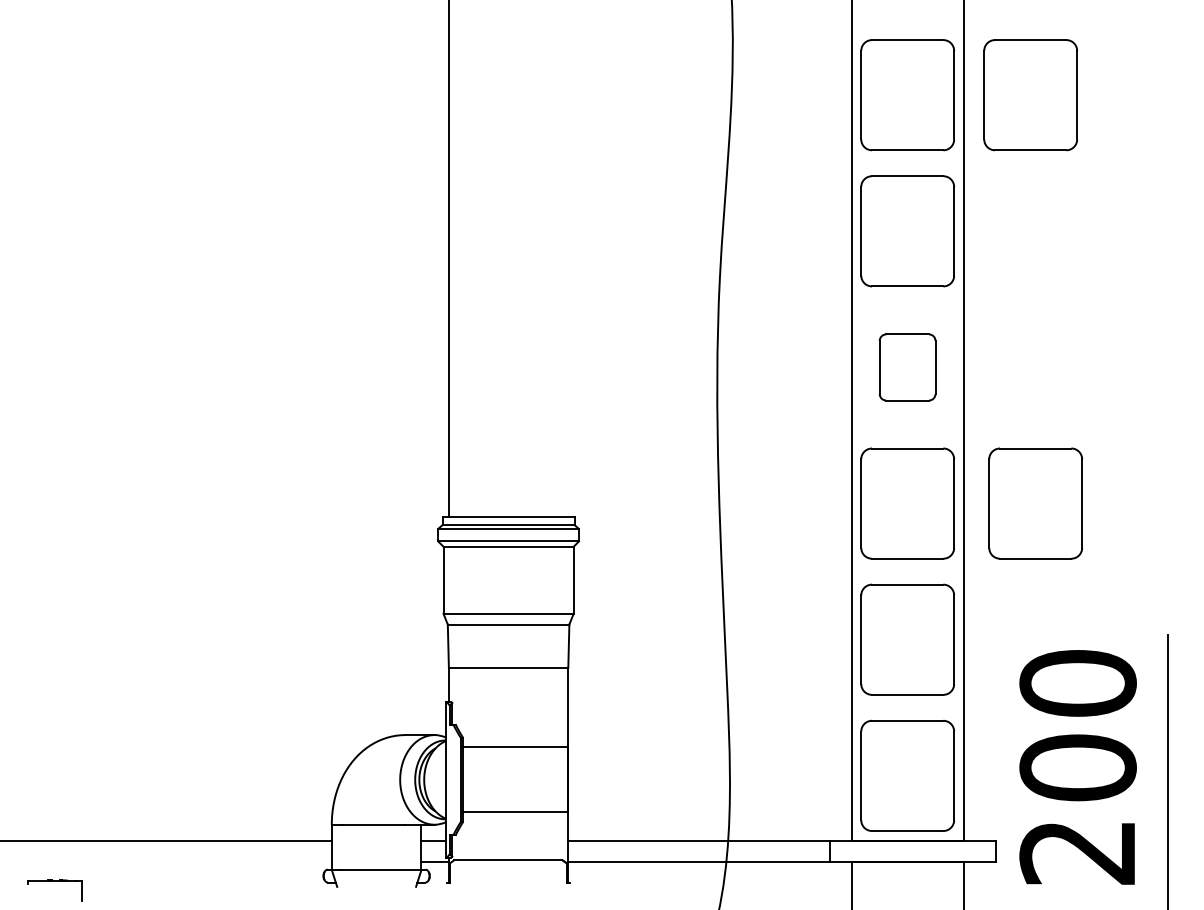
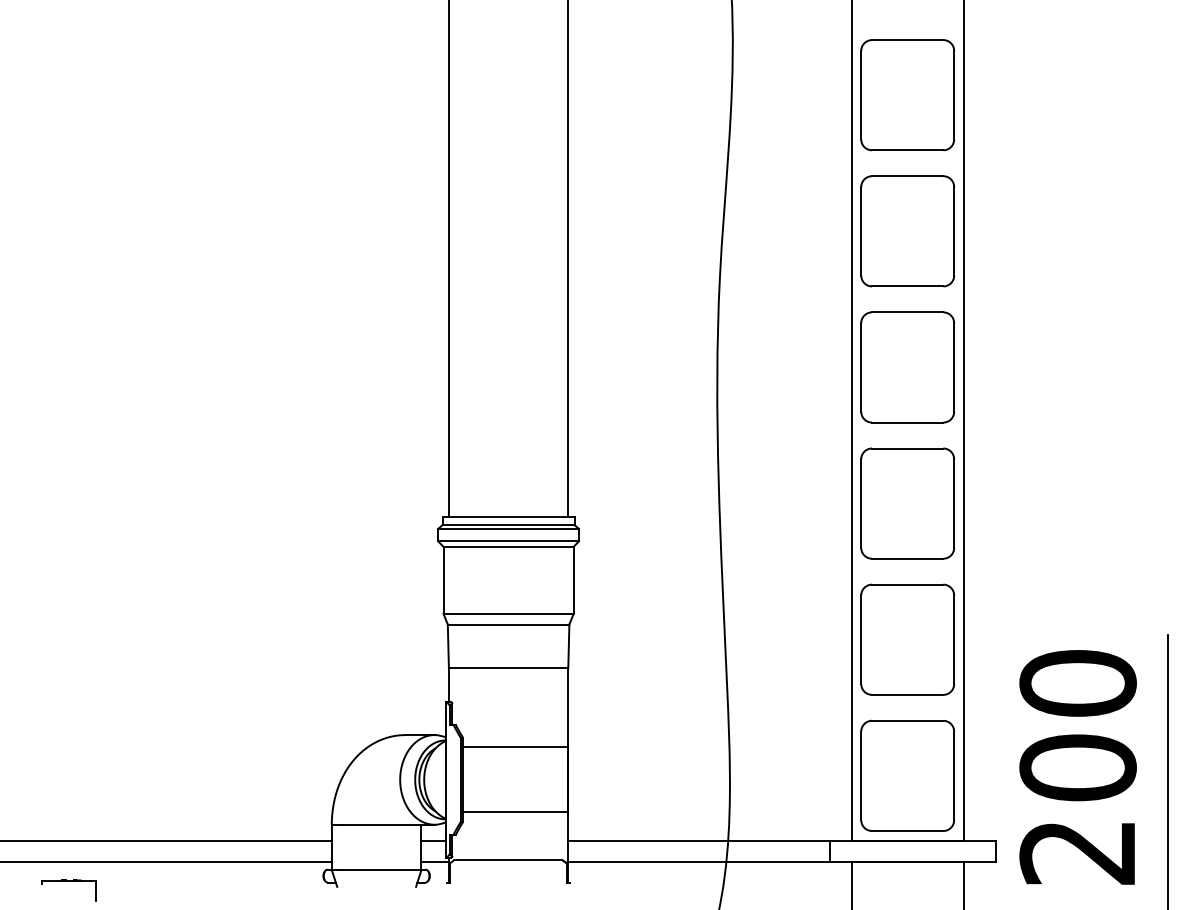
part at (1030, 95): present -> none
line at (568, 259): none -> present
part at (907, 367) size: 59x69 px -> 95x113 px
part at (1035, 503): present -> none
line at (166, 862): none -> present
part at (54, 881) position: (54, 881) -> (68, 881)
